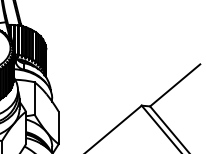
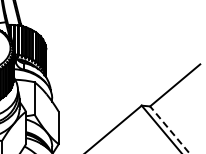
line at (169, 130): solid -> dashed
